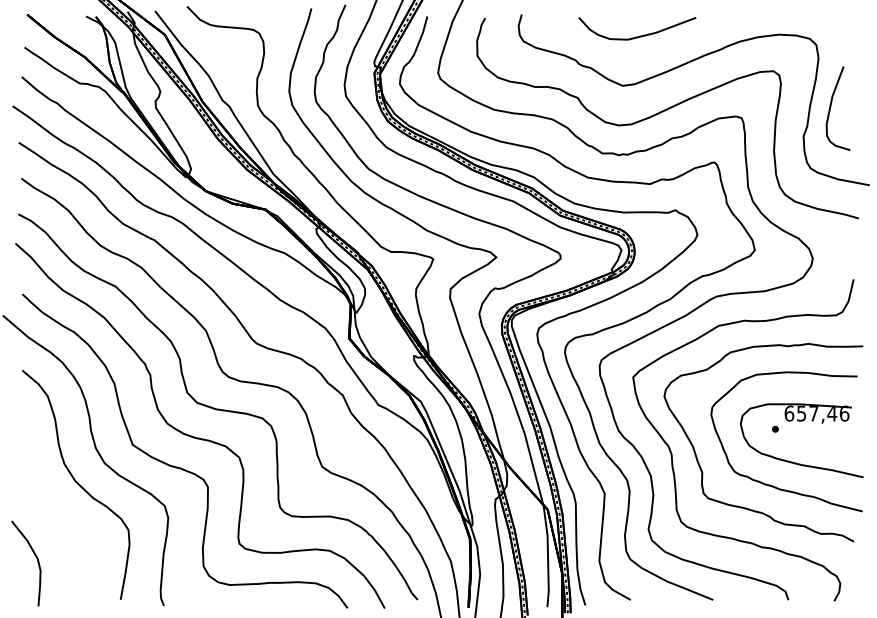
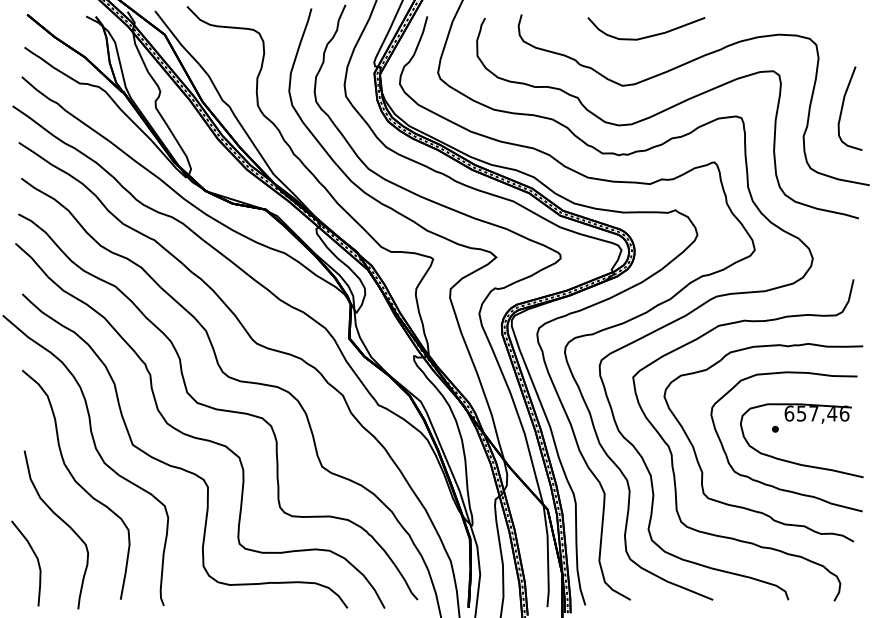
curve at (639, 35) position: (639, 35) -> (648, 35)
curve at (831, 107) position: (831, 107) -> (843, 107)
curve at (62, 521): none -> present
